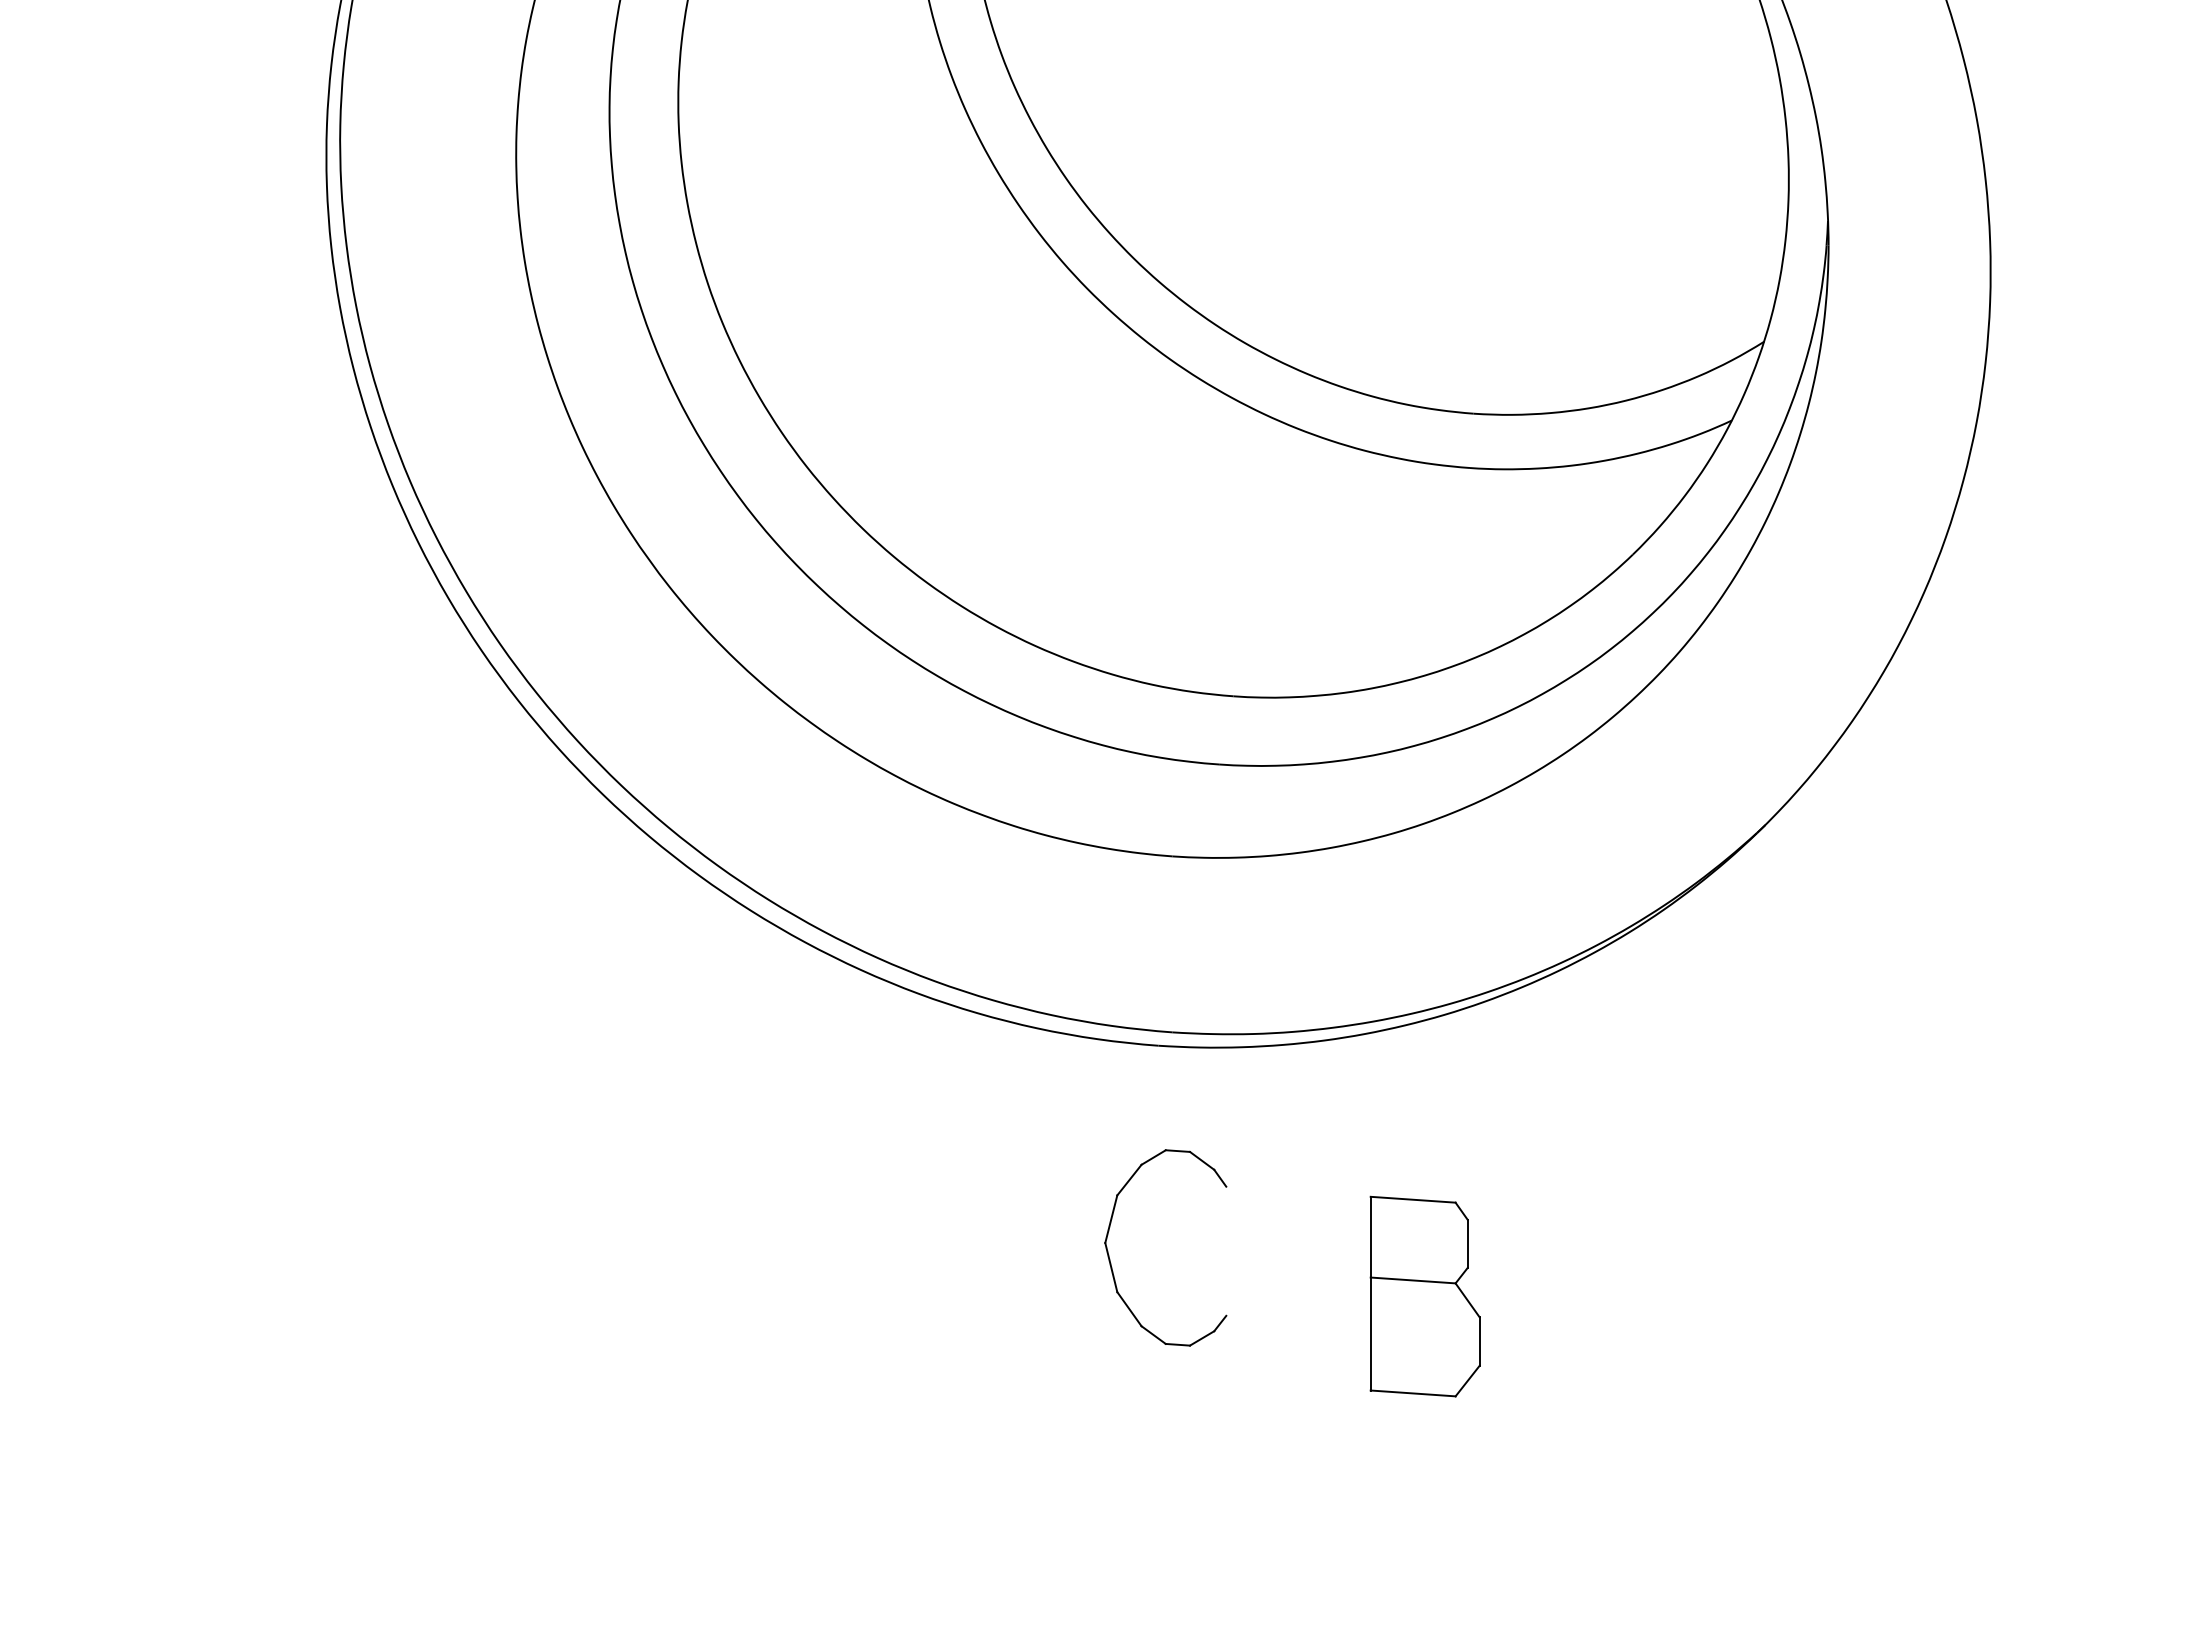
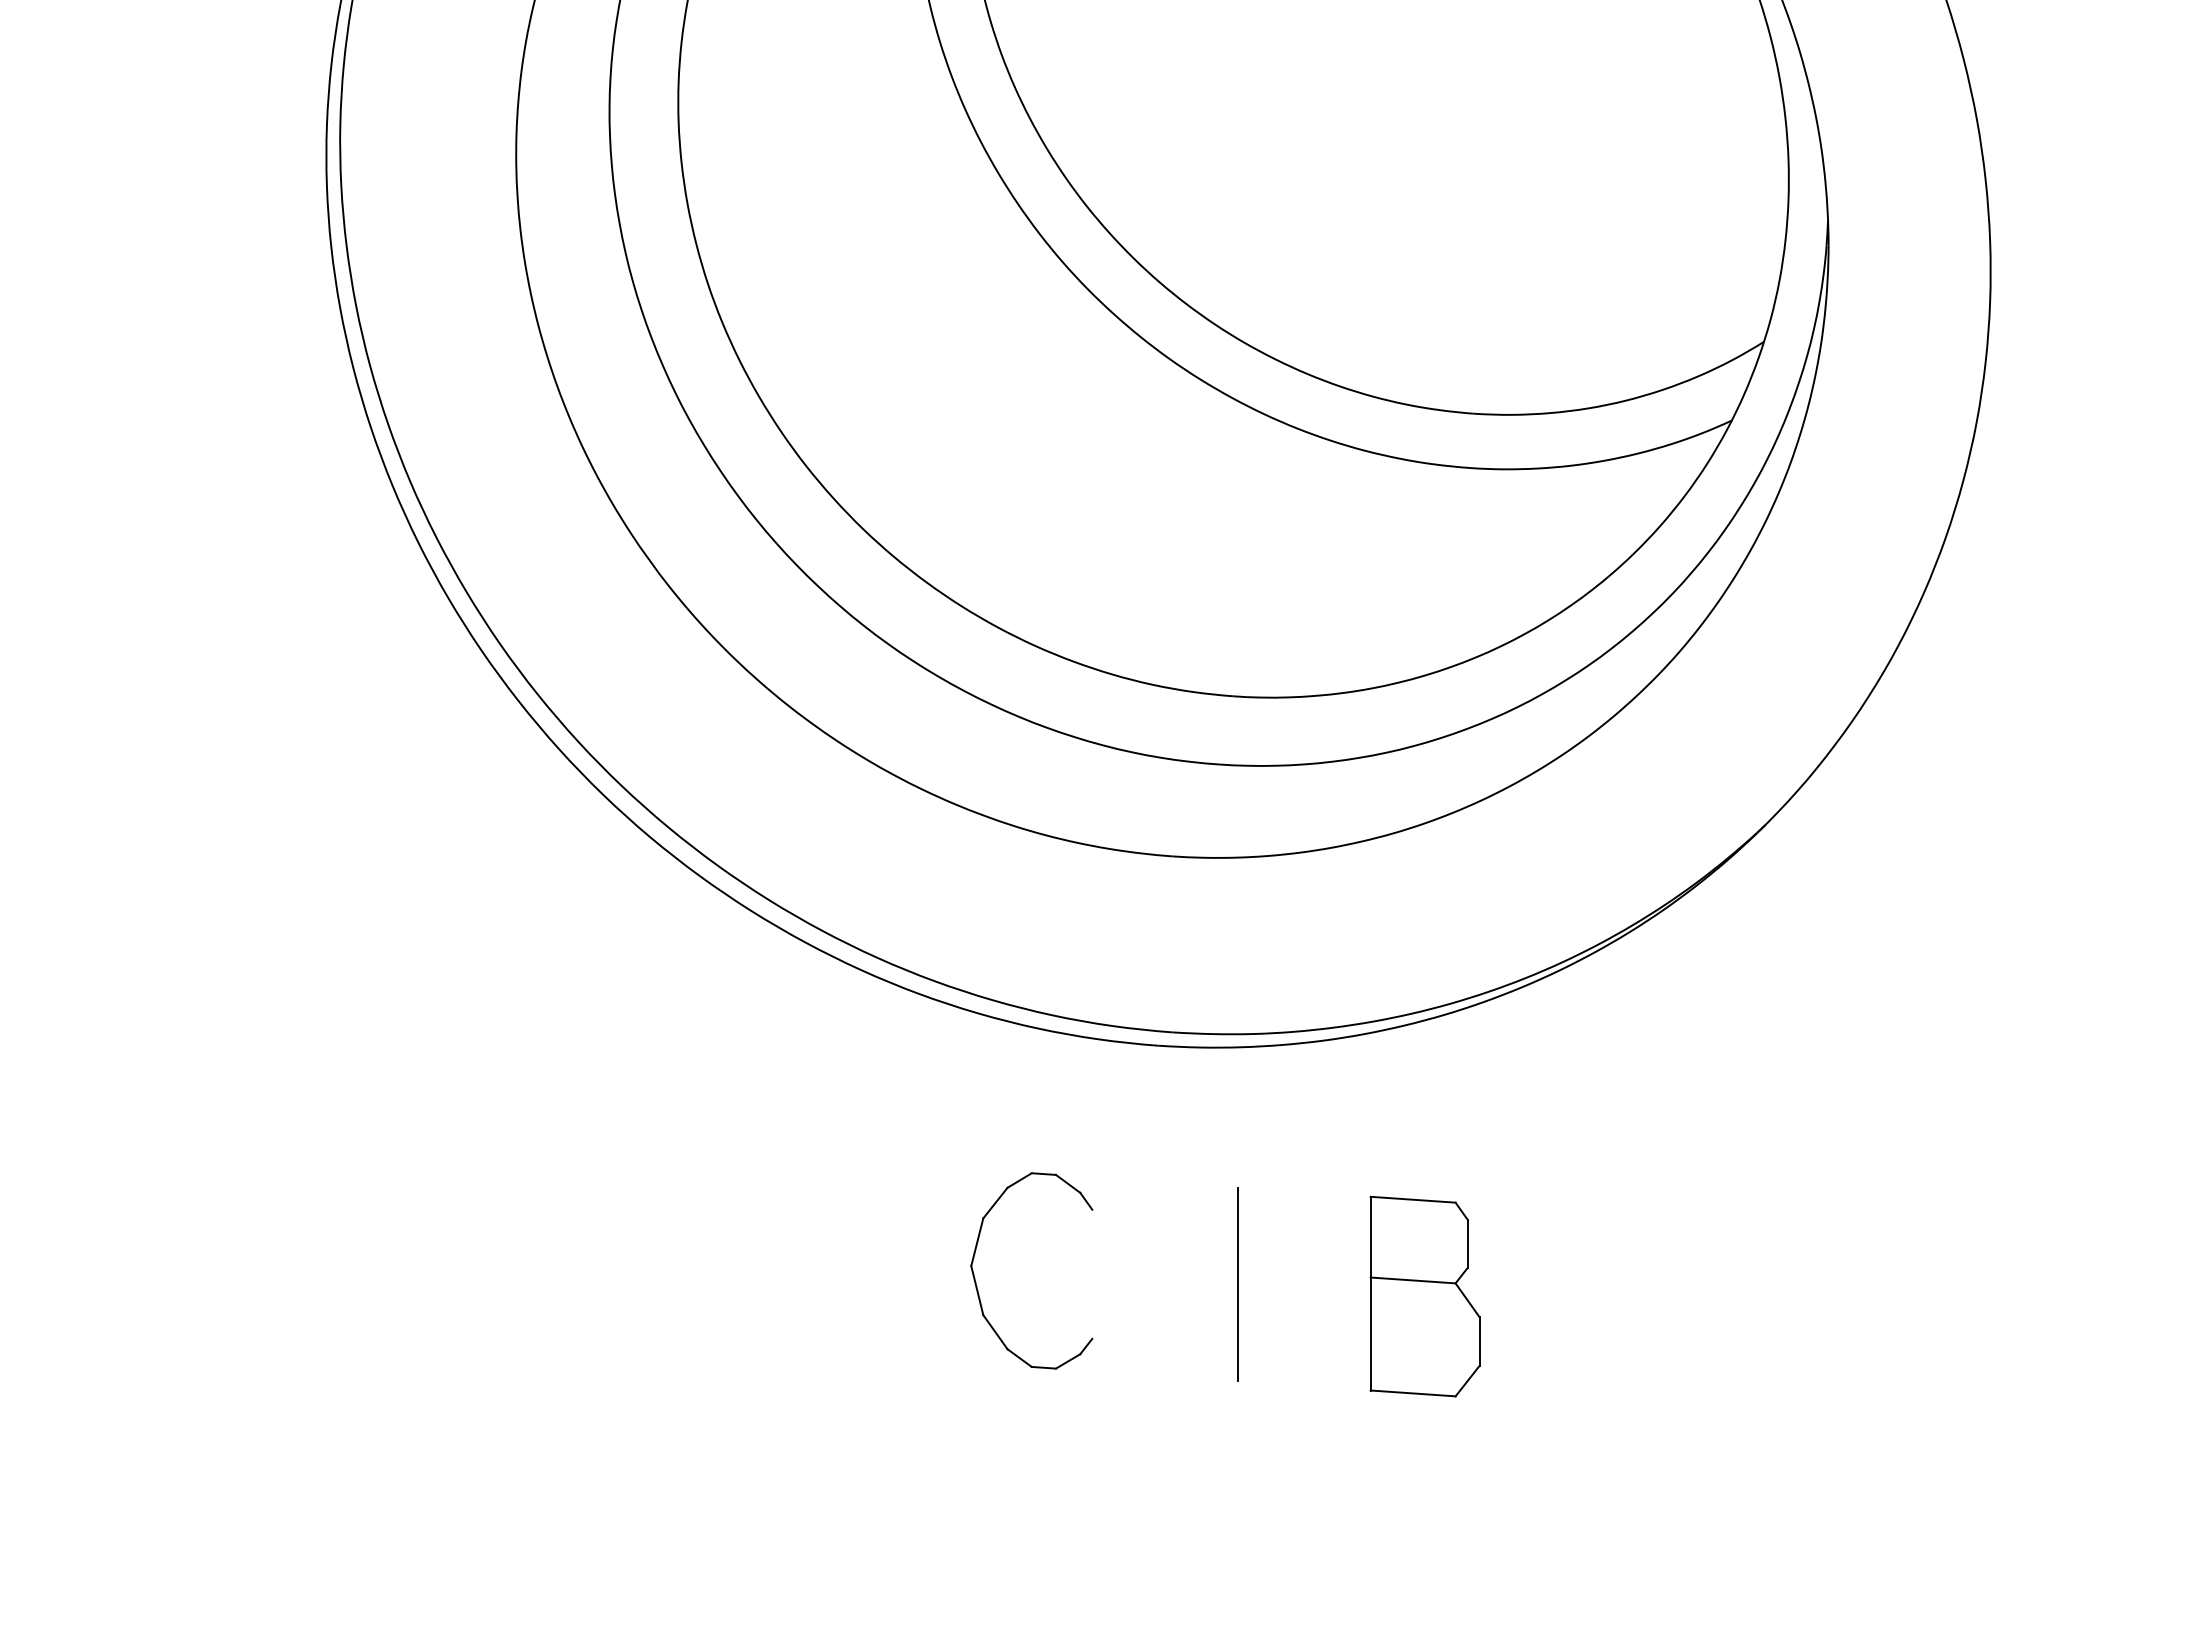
part at (1110, 1259) position: (1110, 1259) -> (976, 1282)
line at (1237, 1284): none -> present
